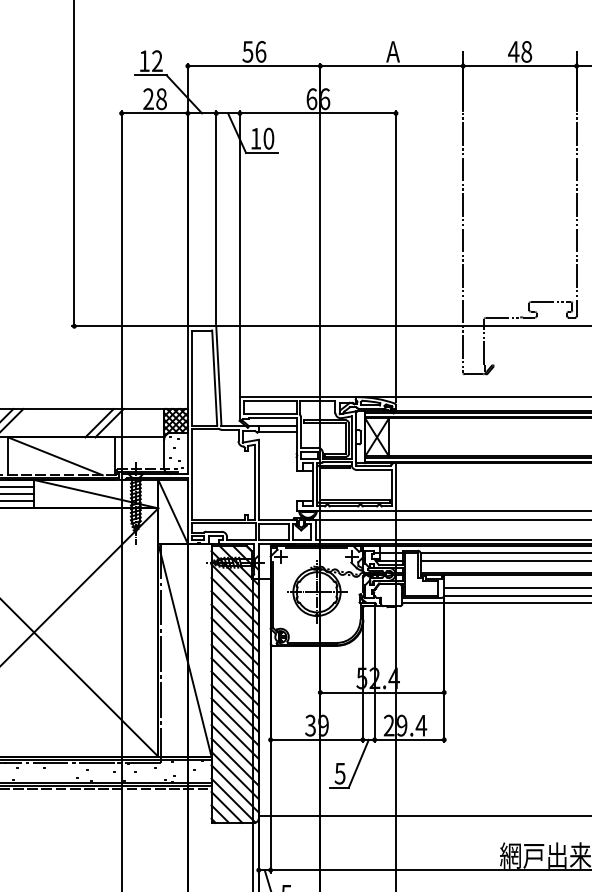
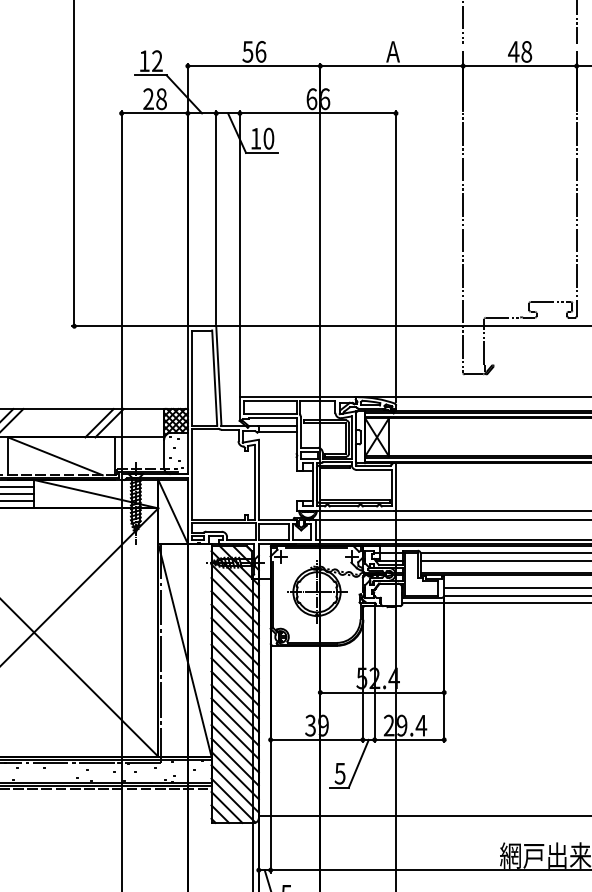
line at (463, 23): none -> present
line at (576, 23): none -> present
